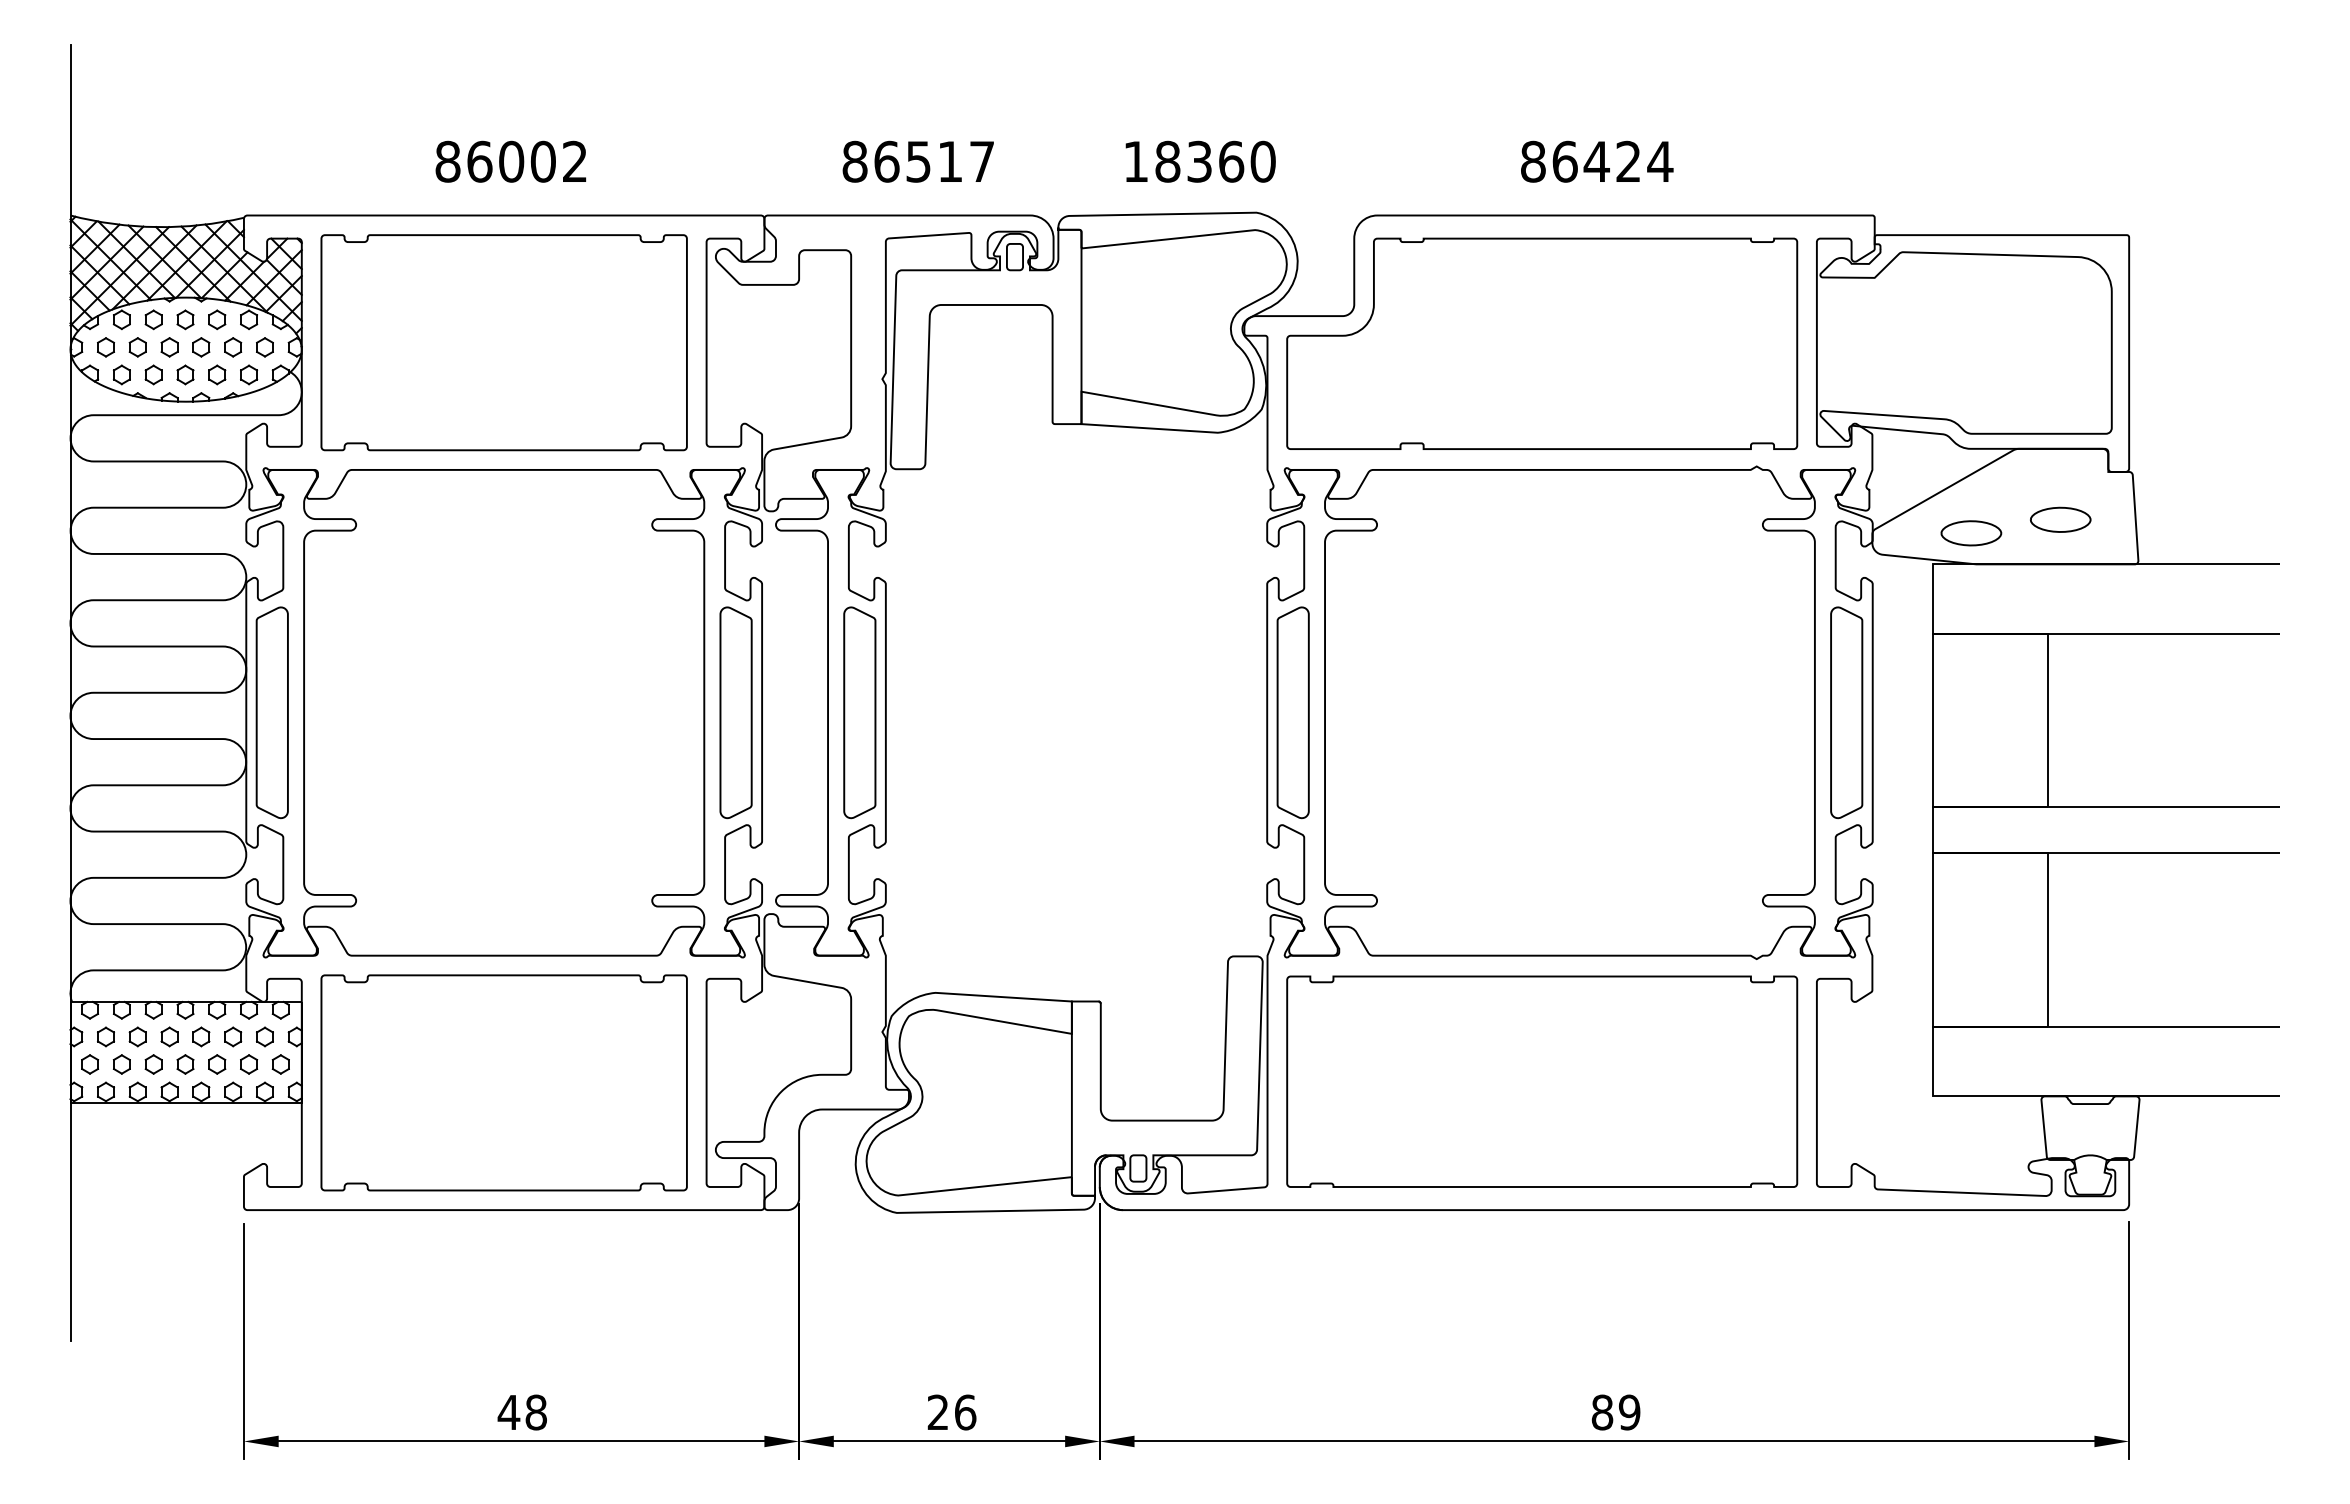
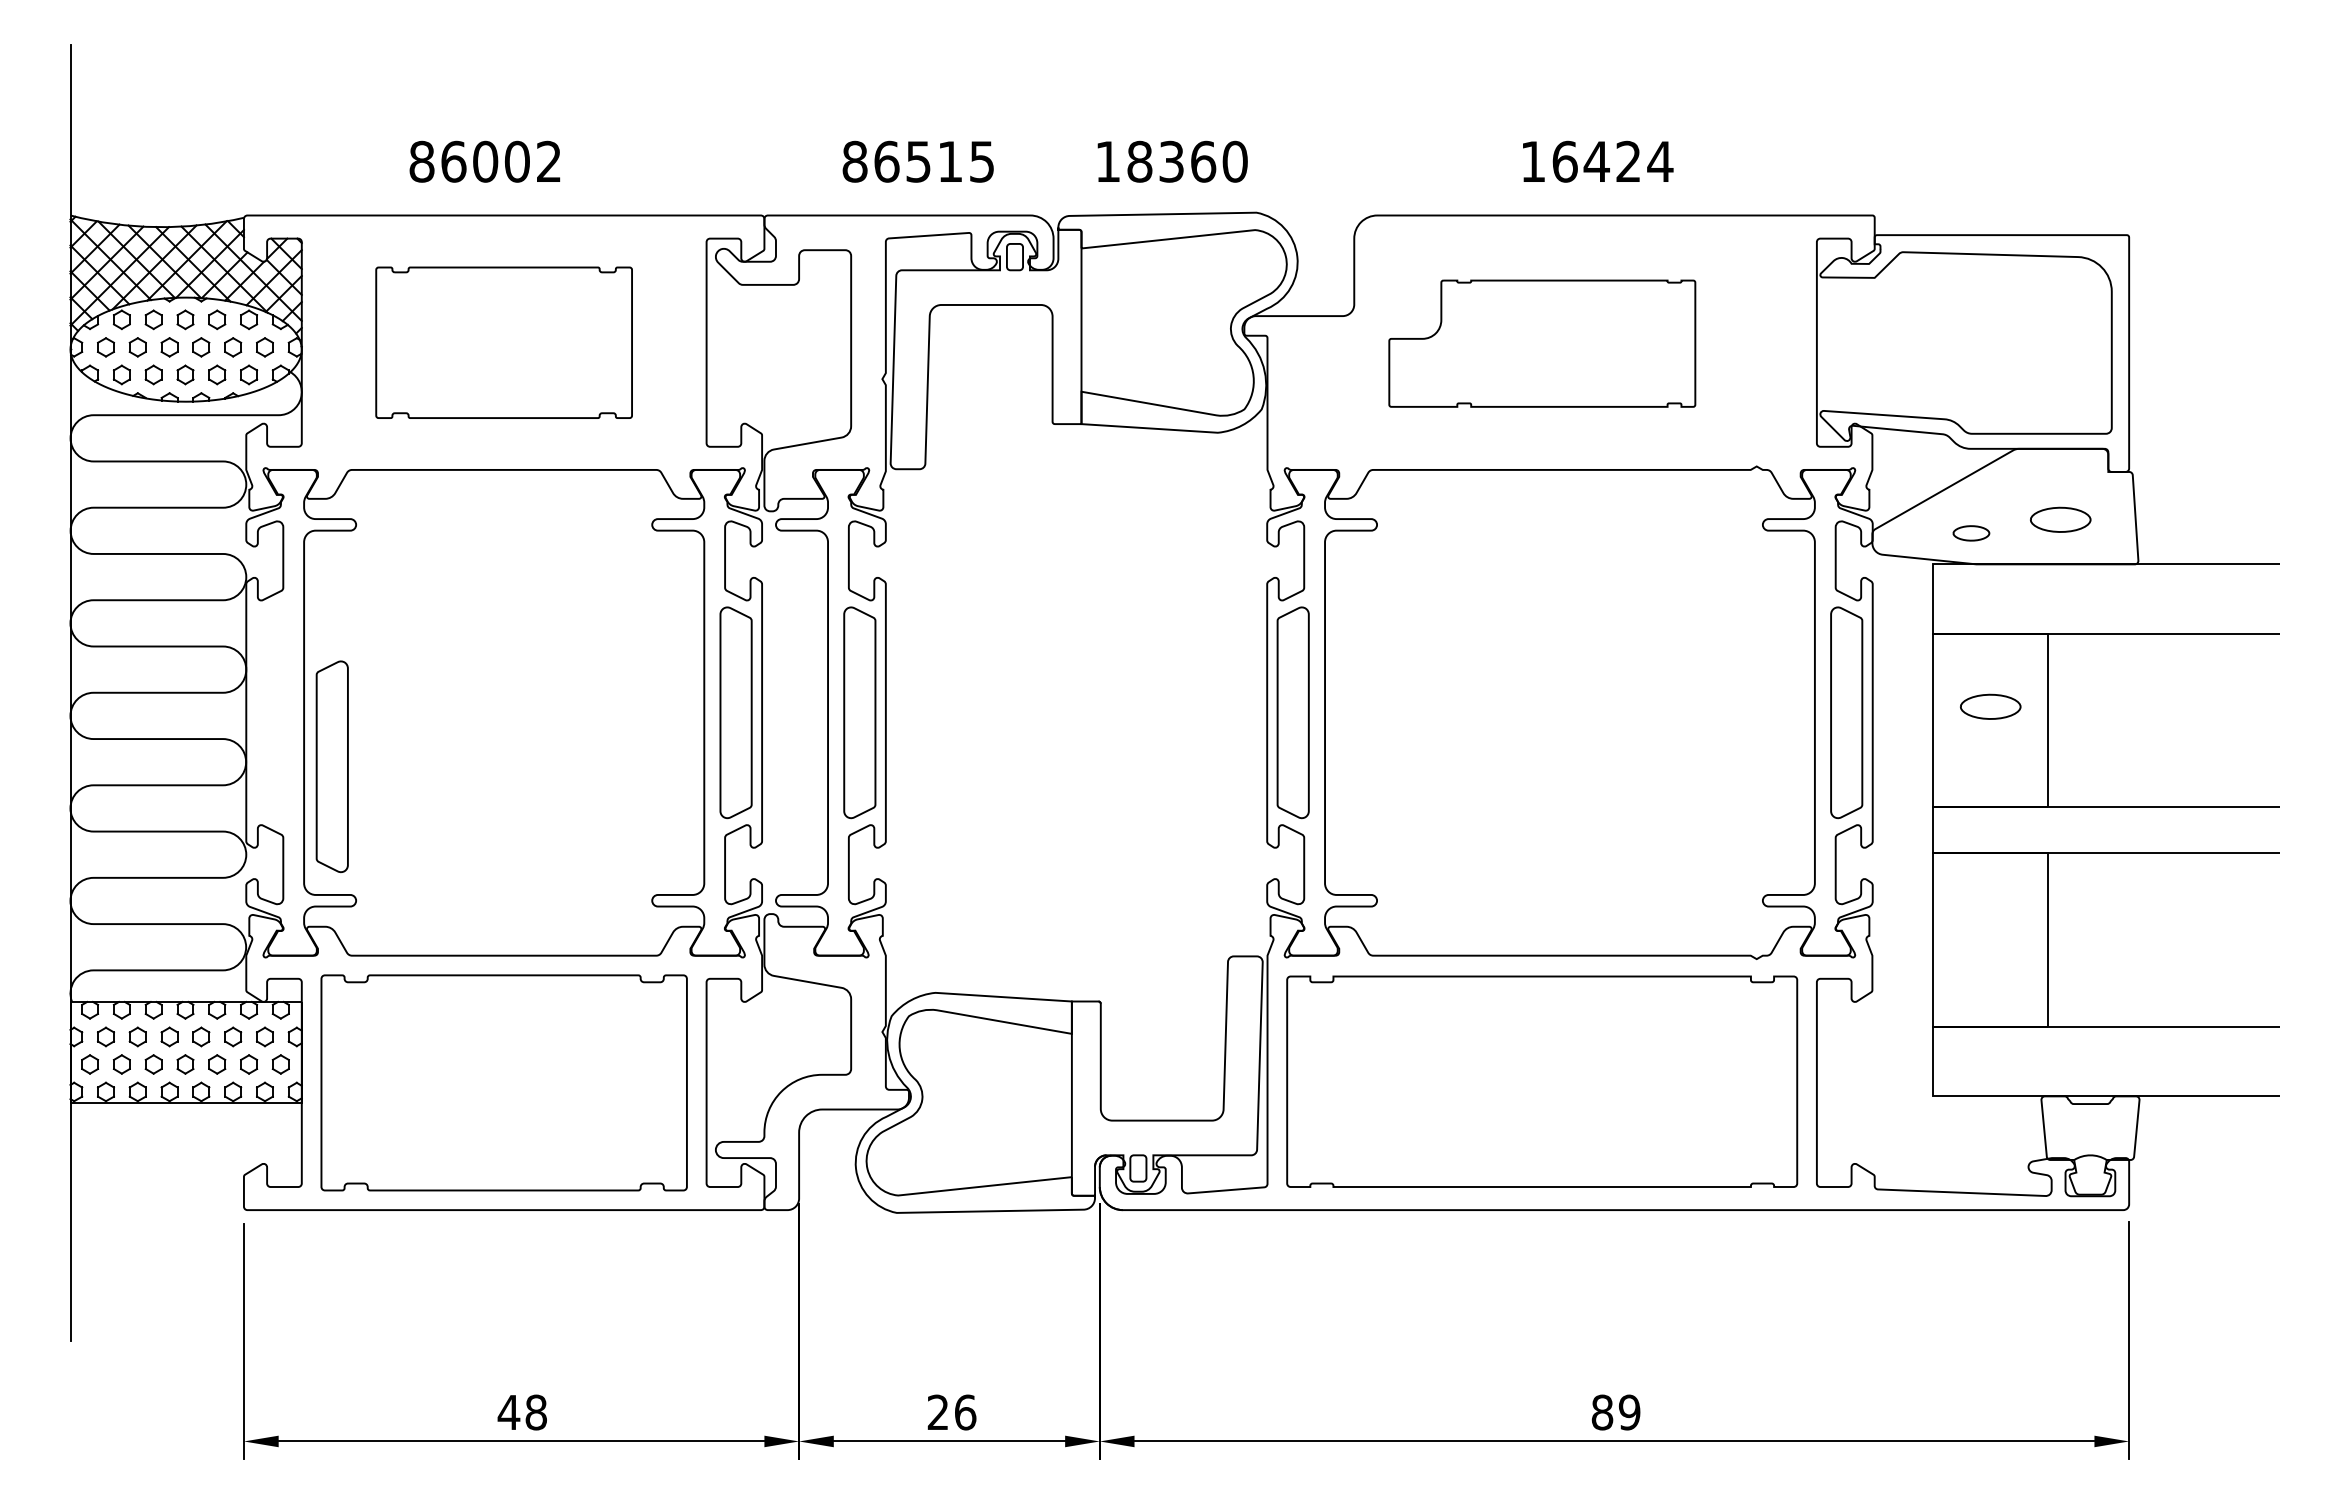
text at (510, 161) position: (510, 161) -> (484, 161)
text at (981, 161): 86517 -> 86515
text at (1200, 161) position: (1200, 161) -> (1172, 161)
text at (1533, 161): 86424 -> 16424
part at (503, 342) size: 368x218 px -> 258x153 px
part at (1542, 343) size: 513x213 px -> 309x129 px
part at (1971, 533) size: 63x27 px -> 39x17 px
part at (1990, 706): none -> present
part at (271, 712) position: (271, 712) -> (331, 766)
